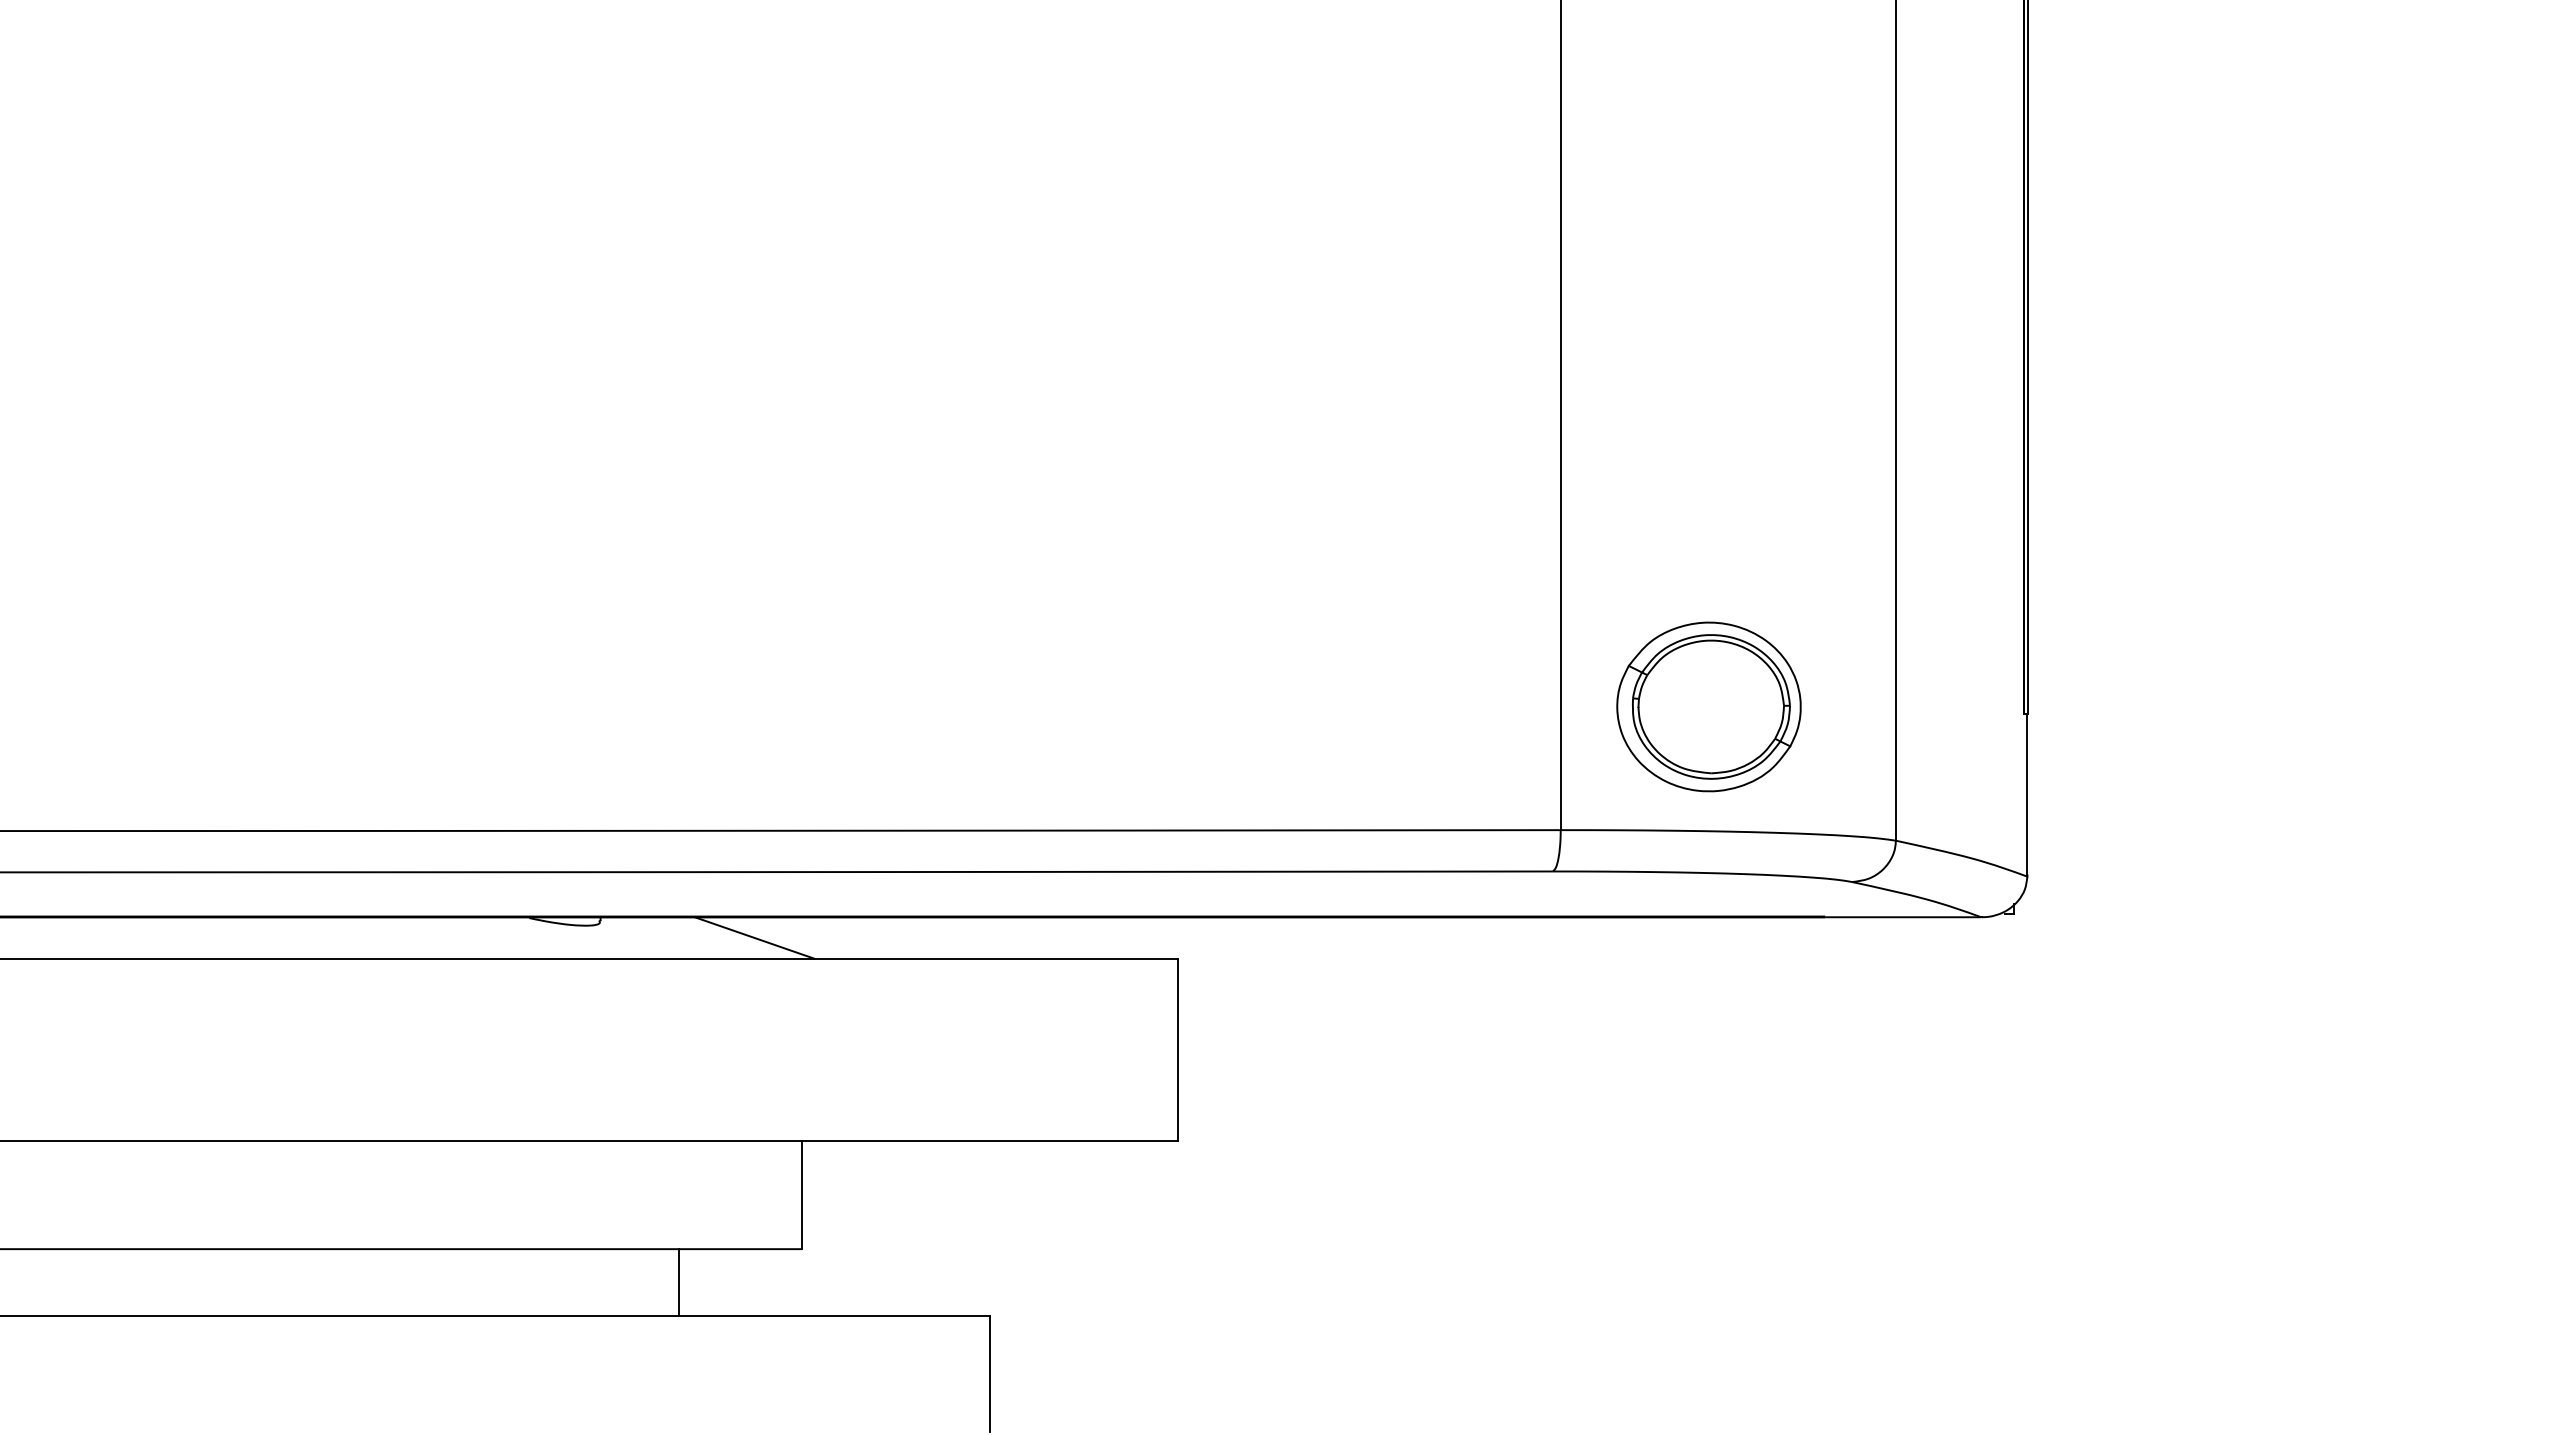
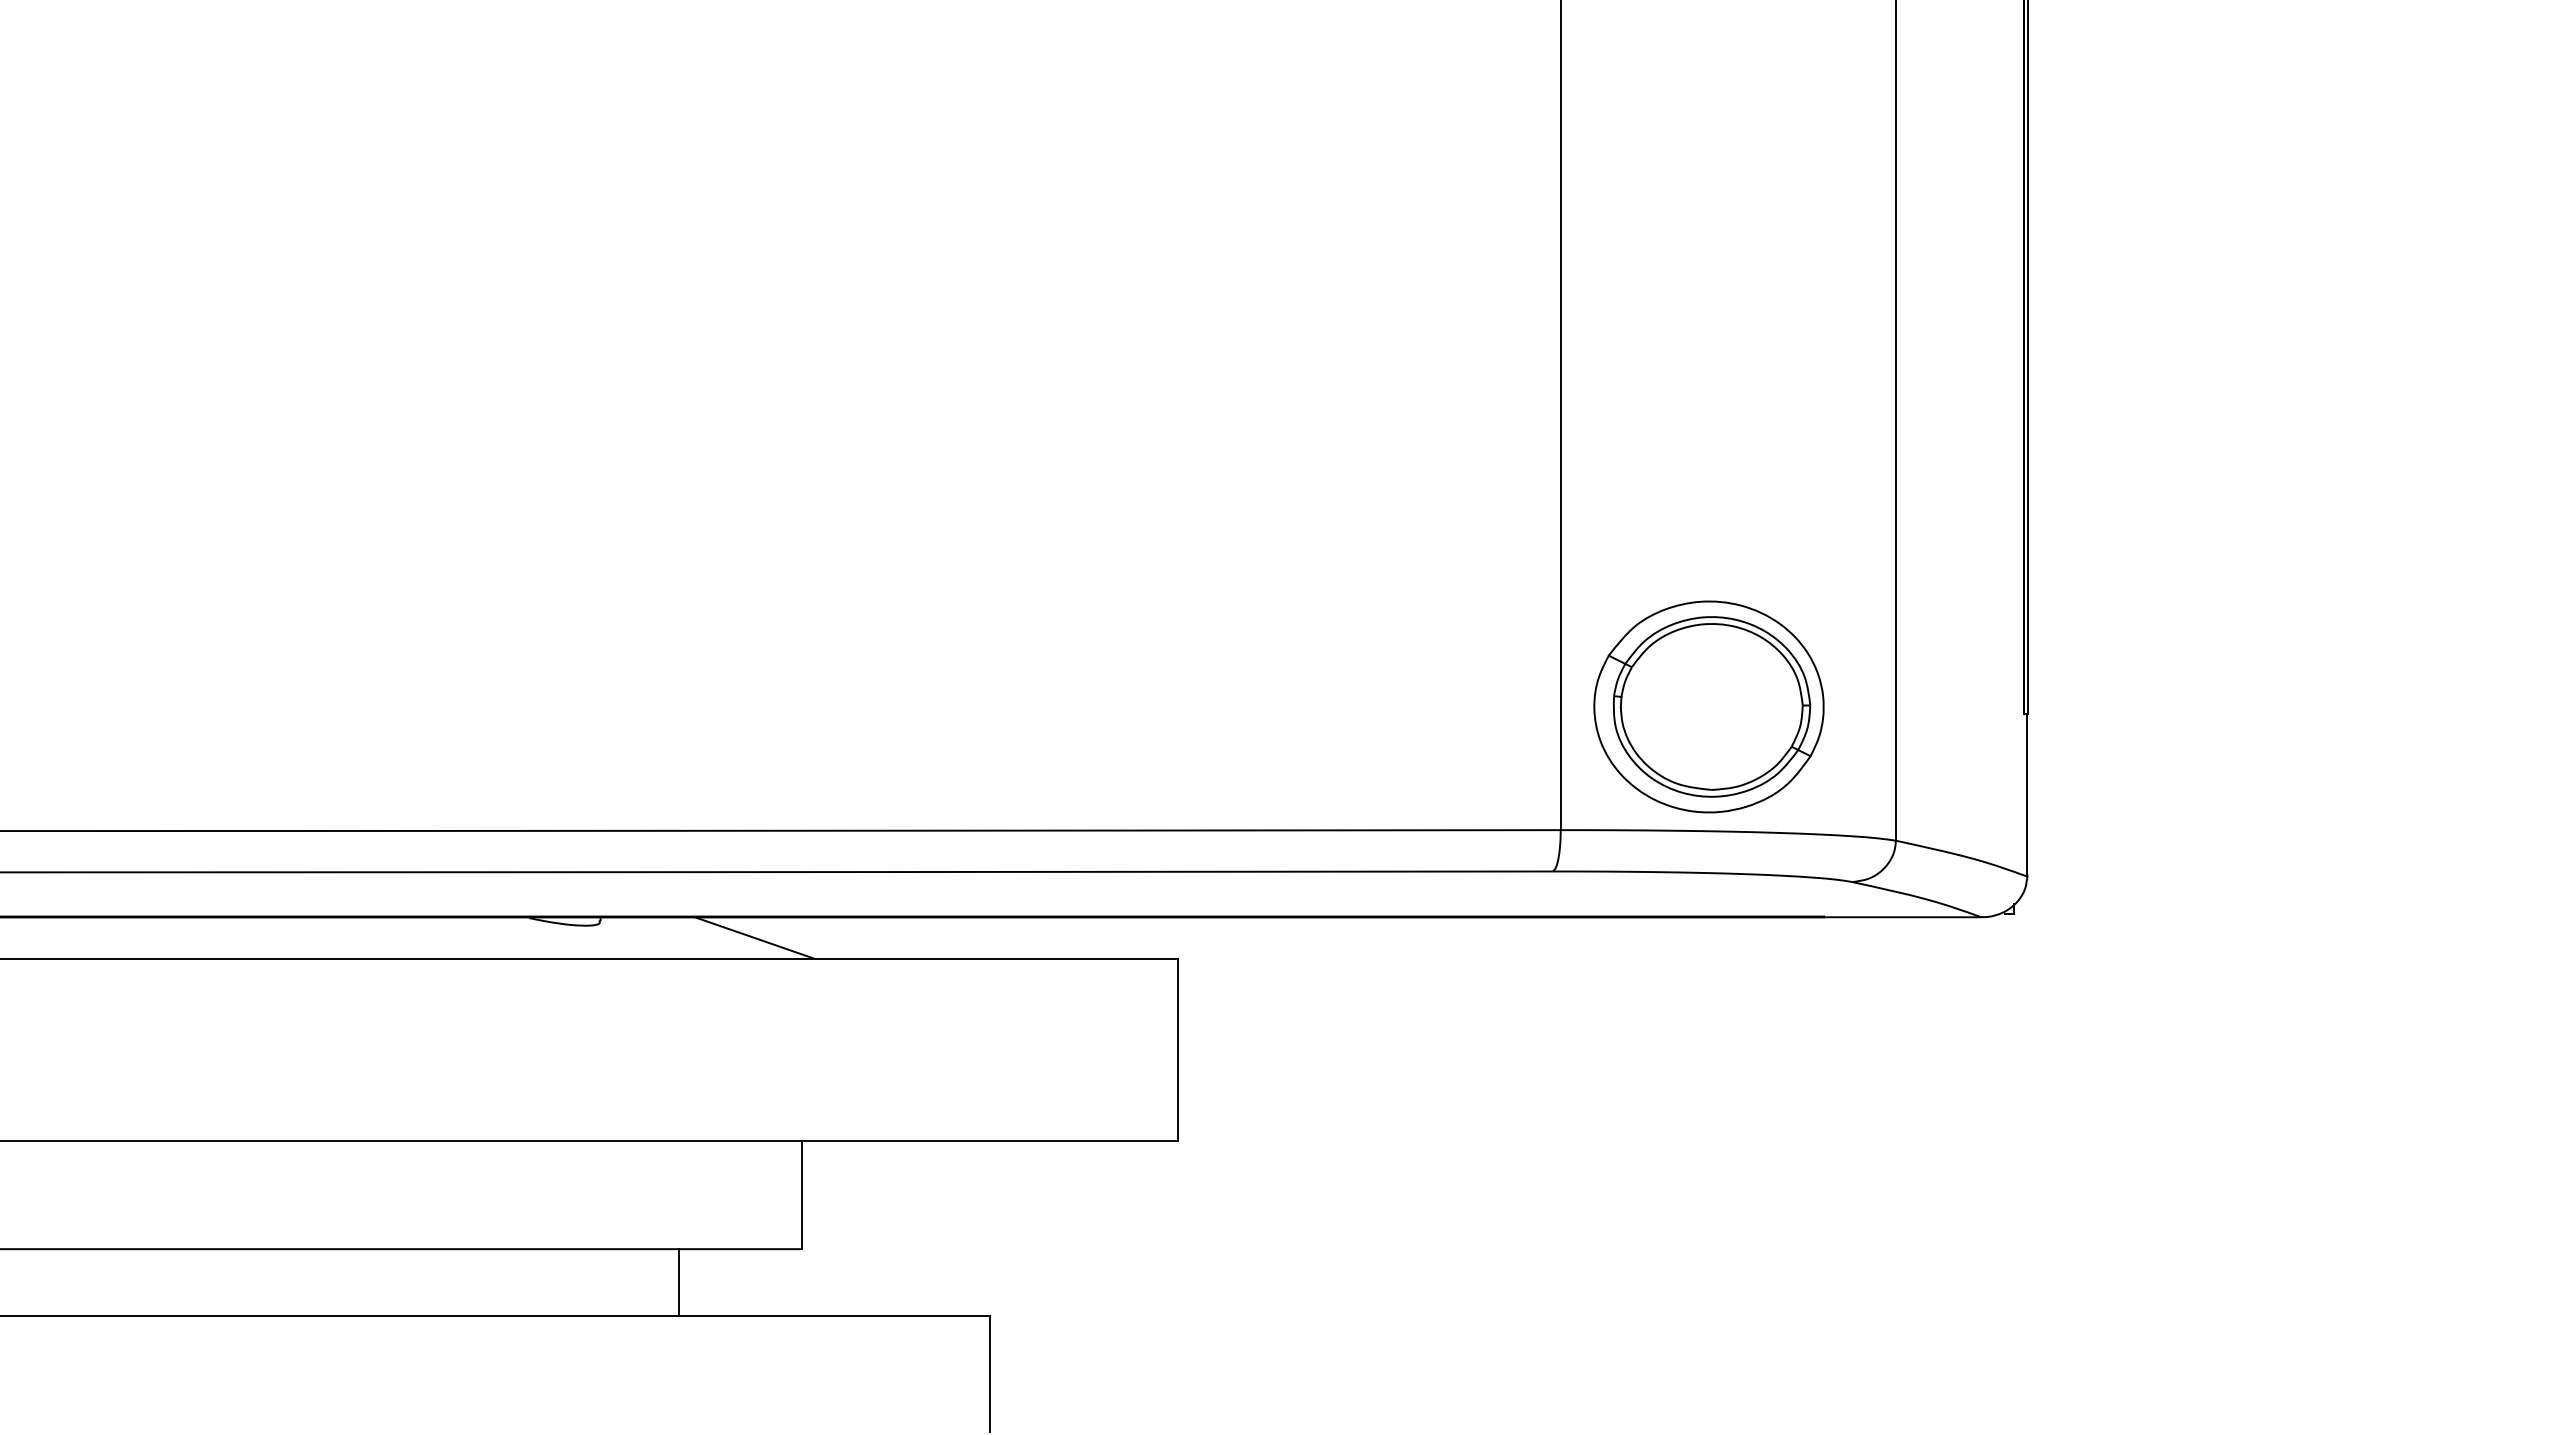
part at (1708, 706) size: 186x172 px -> 232x214 px
